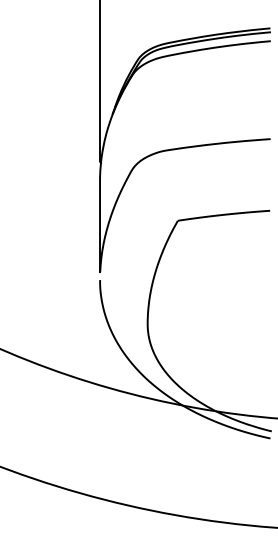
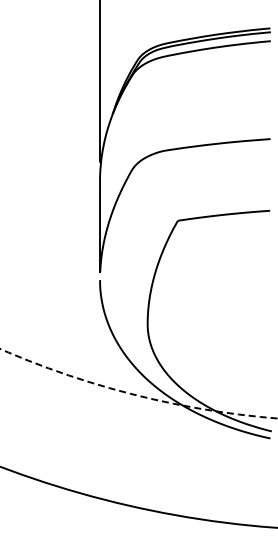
circle at (138, 383): solid -> dashed
